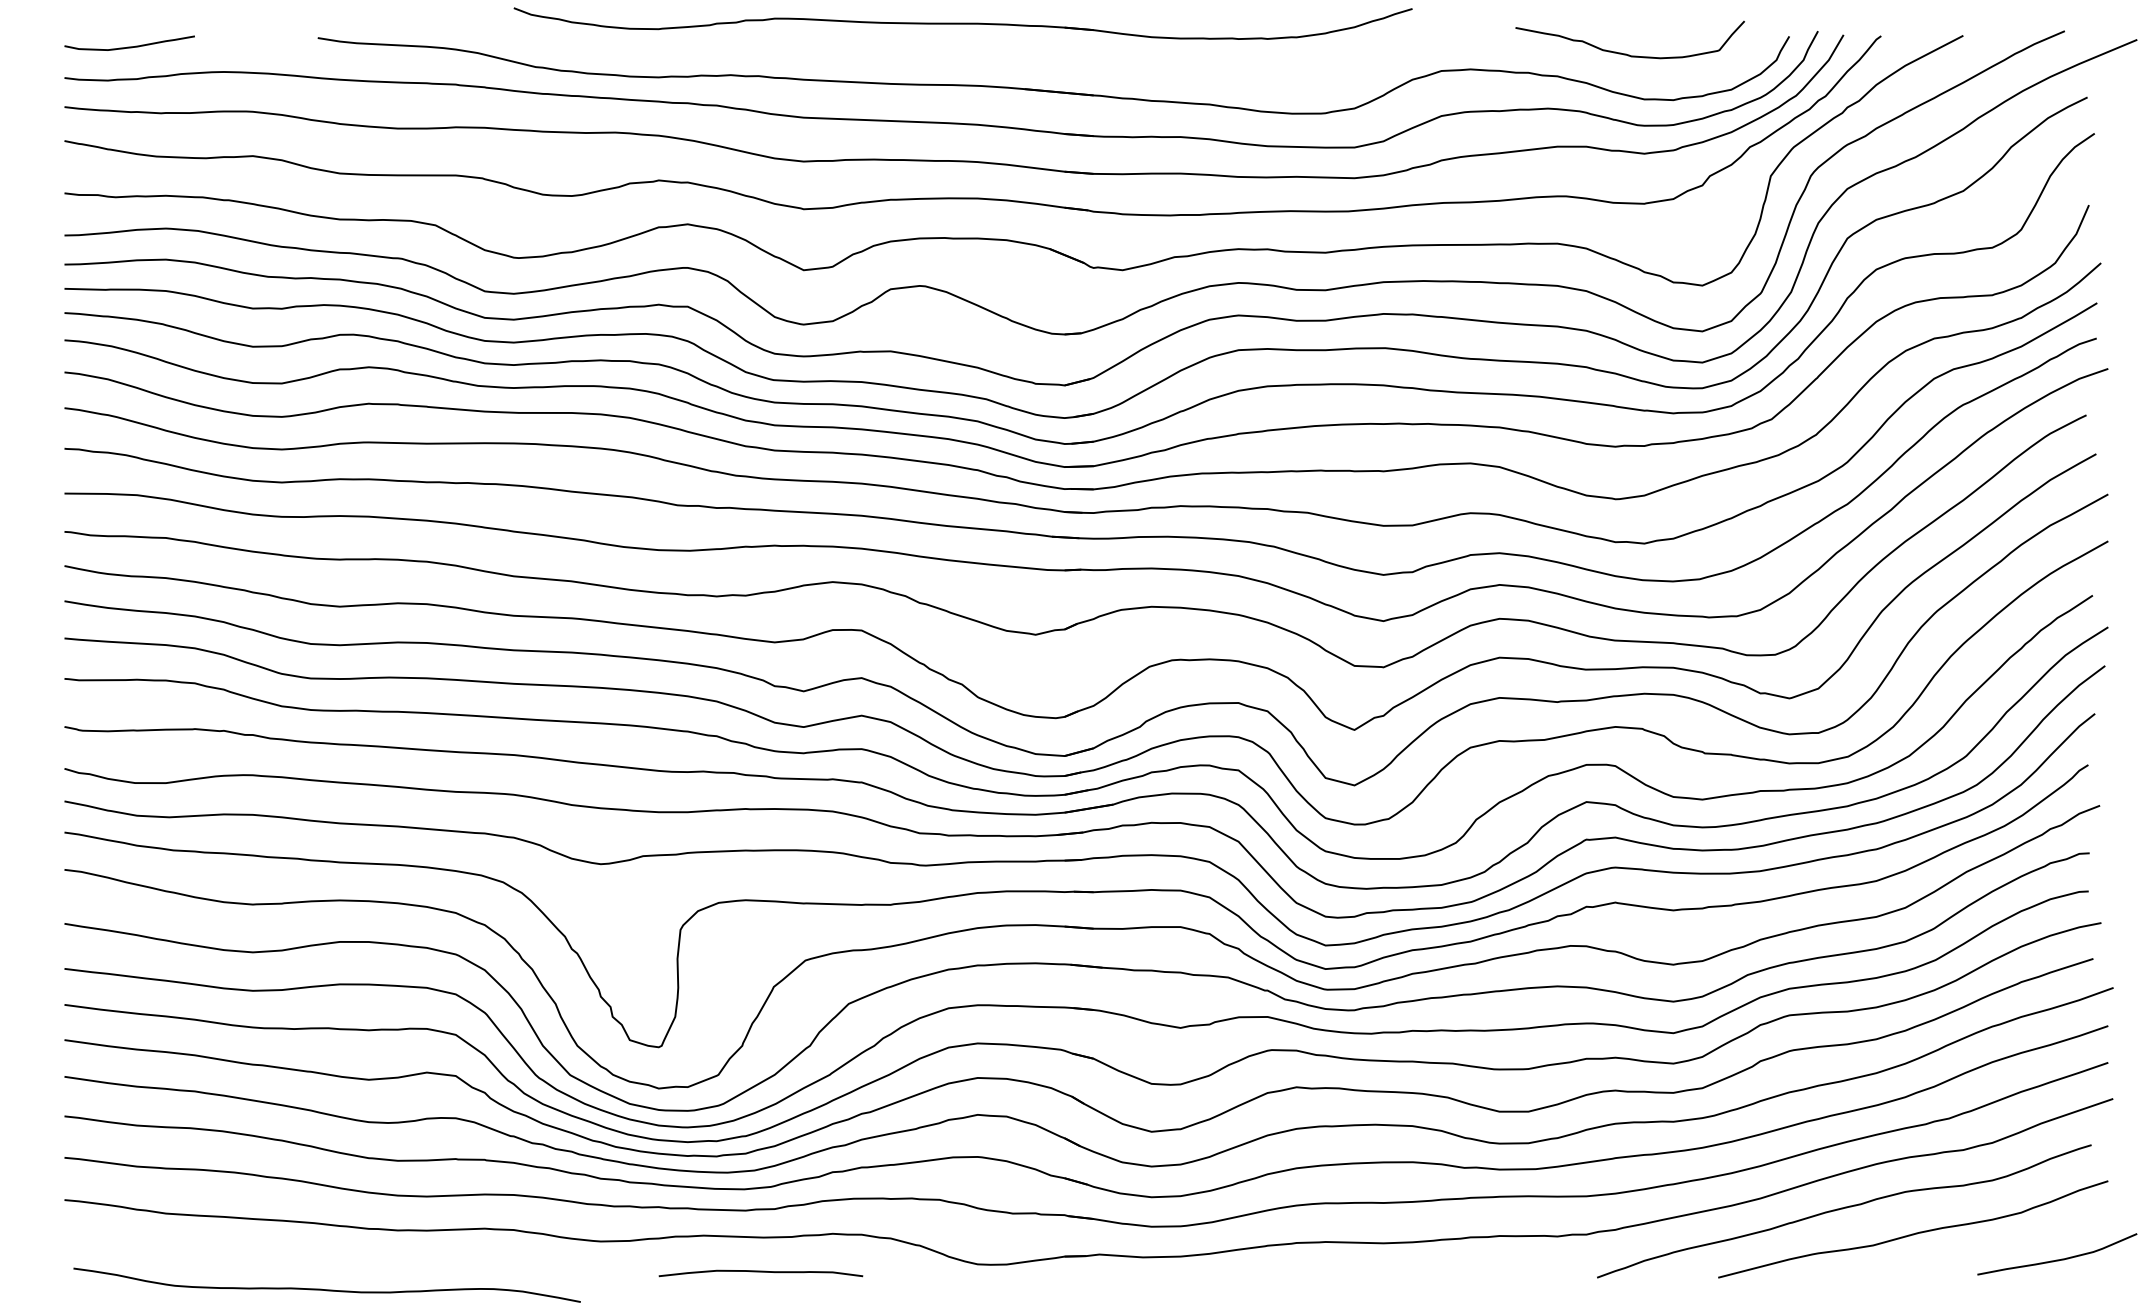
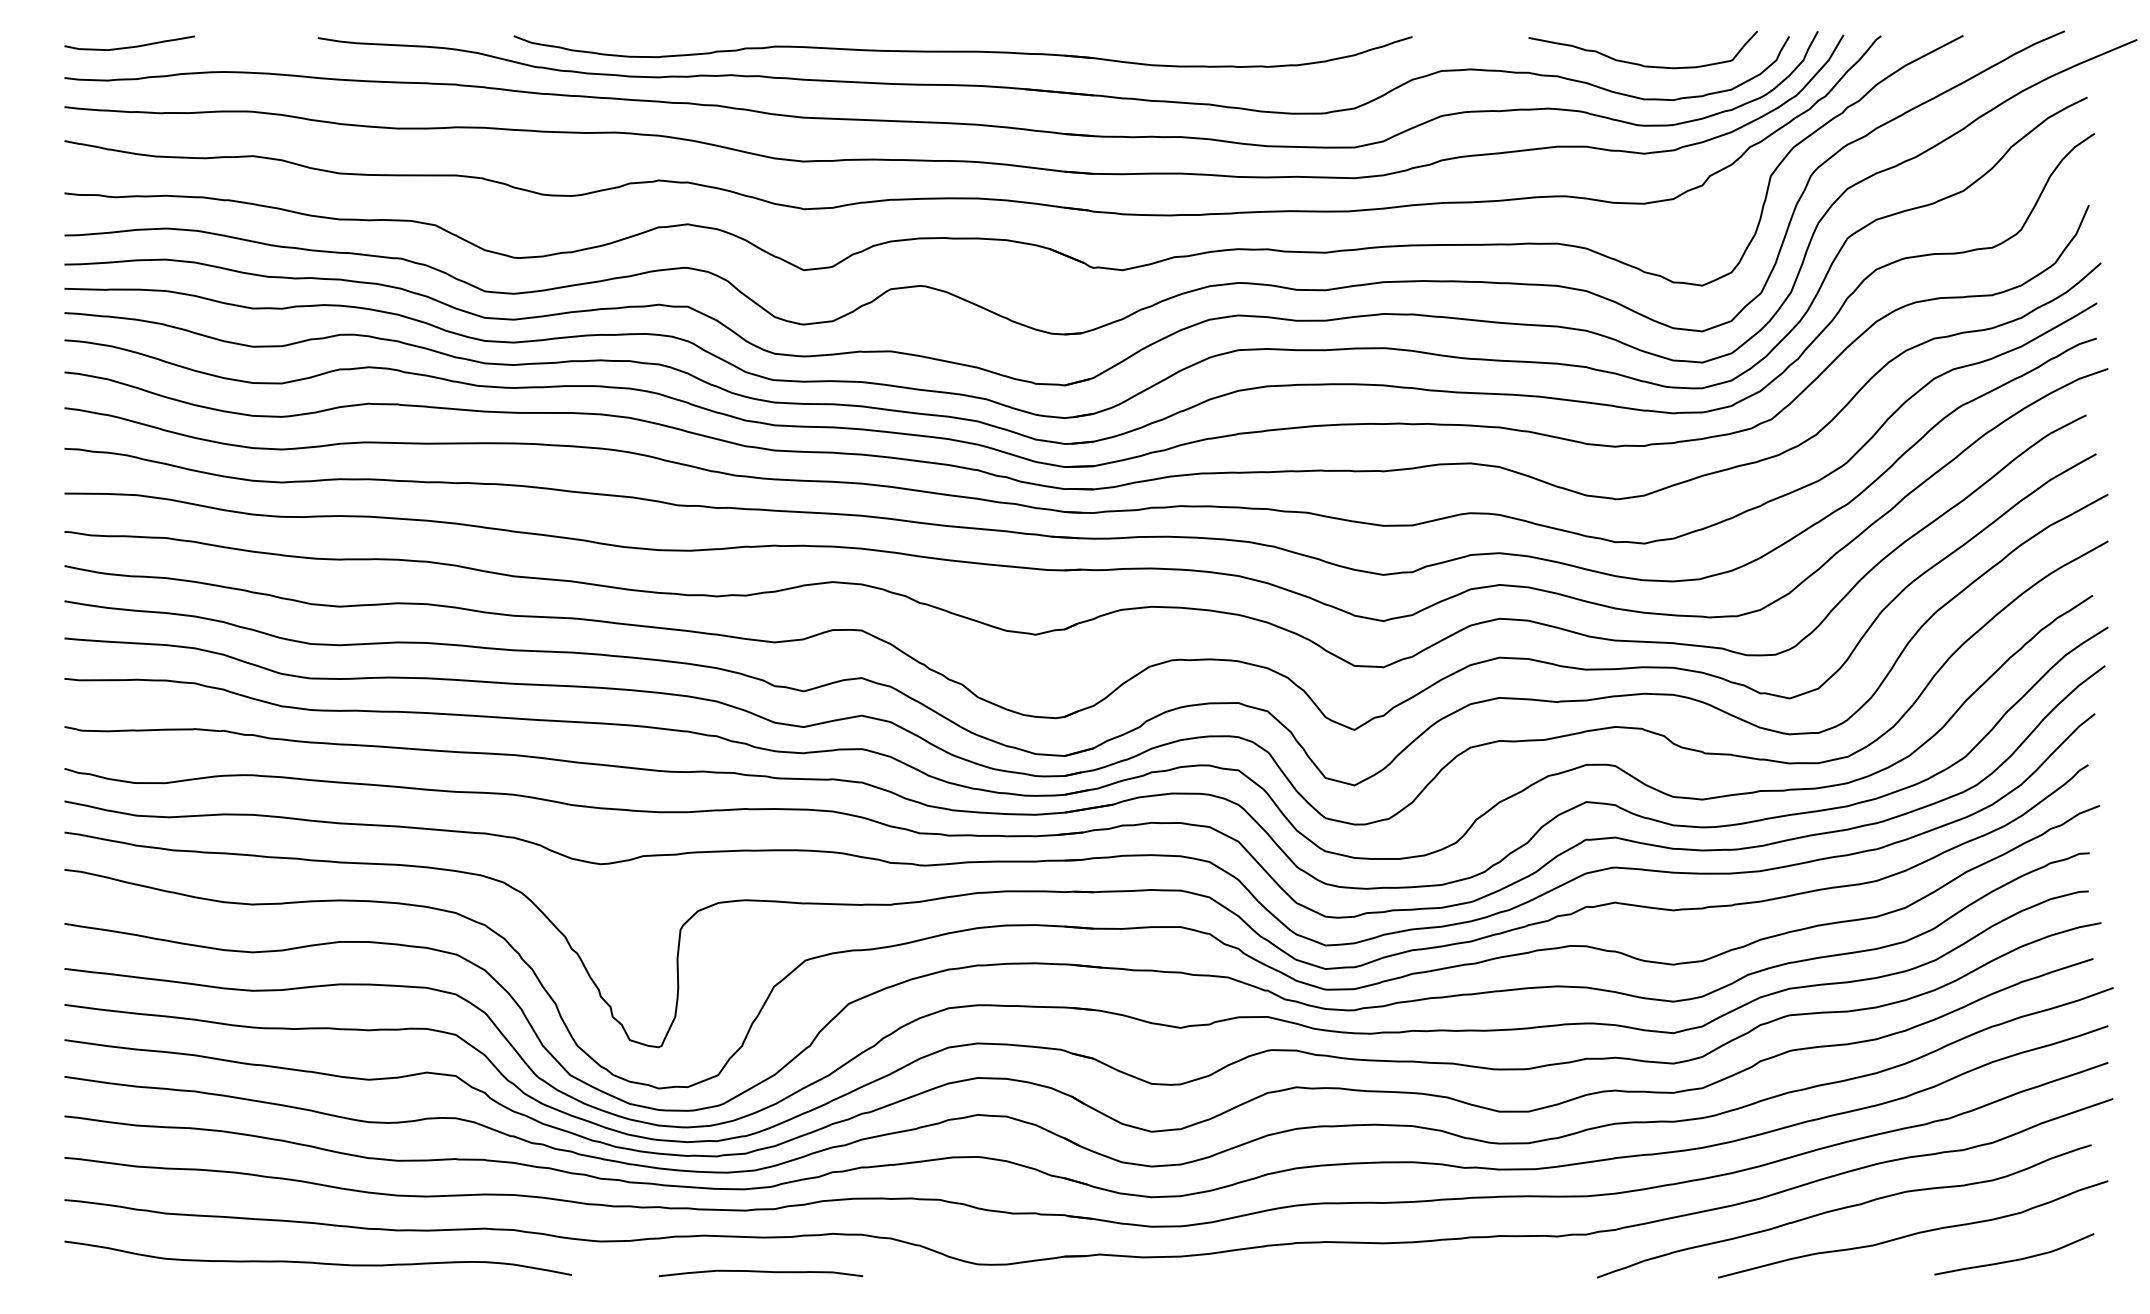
part at (962, 23) position: (962, 23) -> (962, 51)
curve at (1626, 53) position: (1626, 53) -> (1639, 63)
curve at (2057, 1259) position: (2057, 1259) -> (2014, 1259)
curve at (326, 1289) position: (326, 1289) -> (317, 1262)
